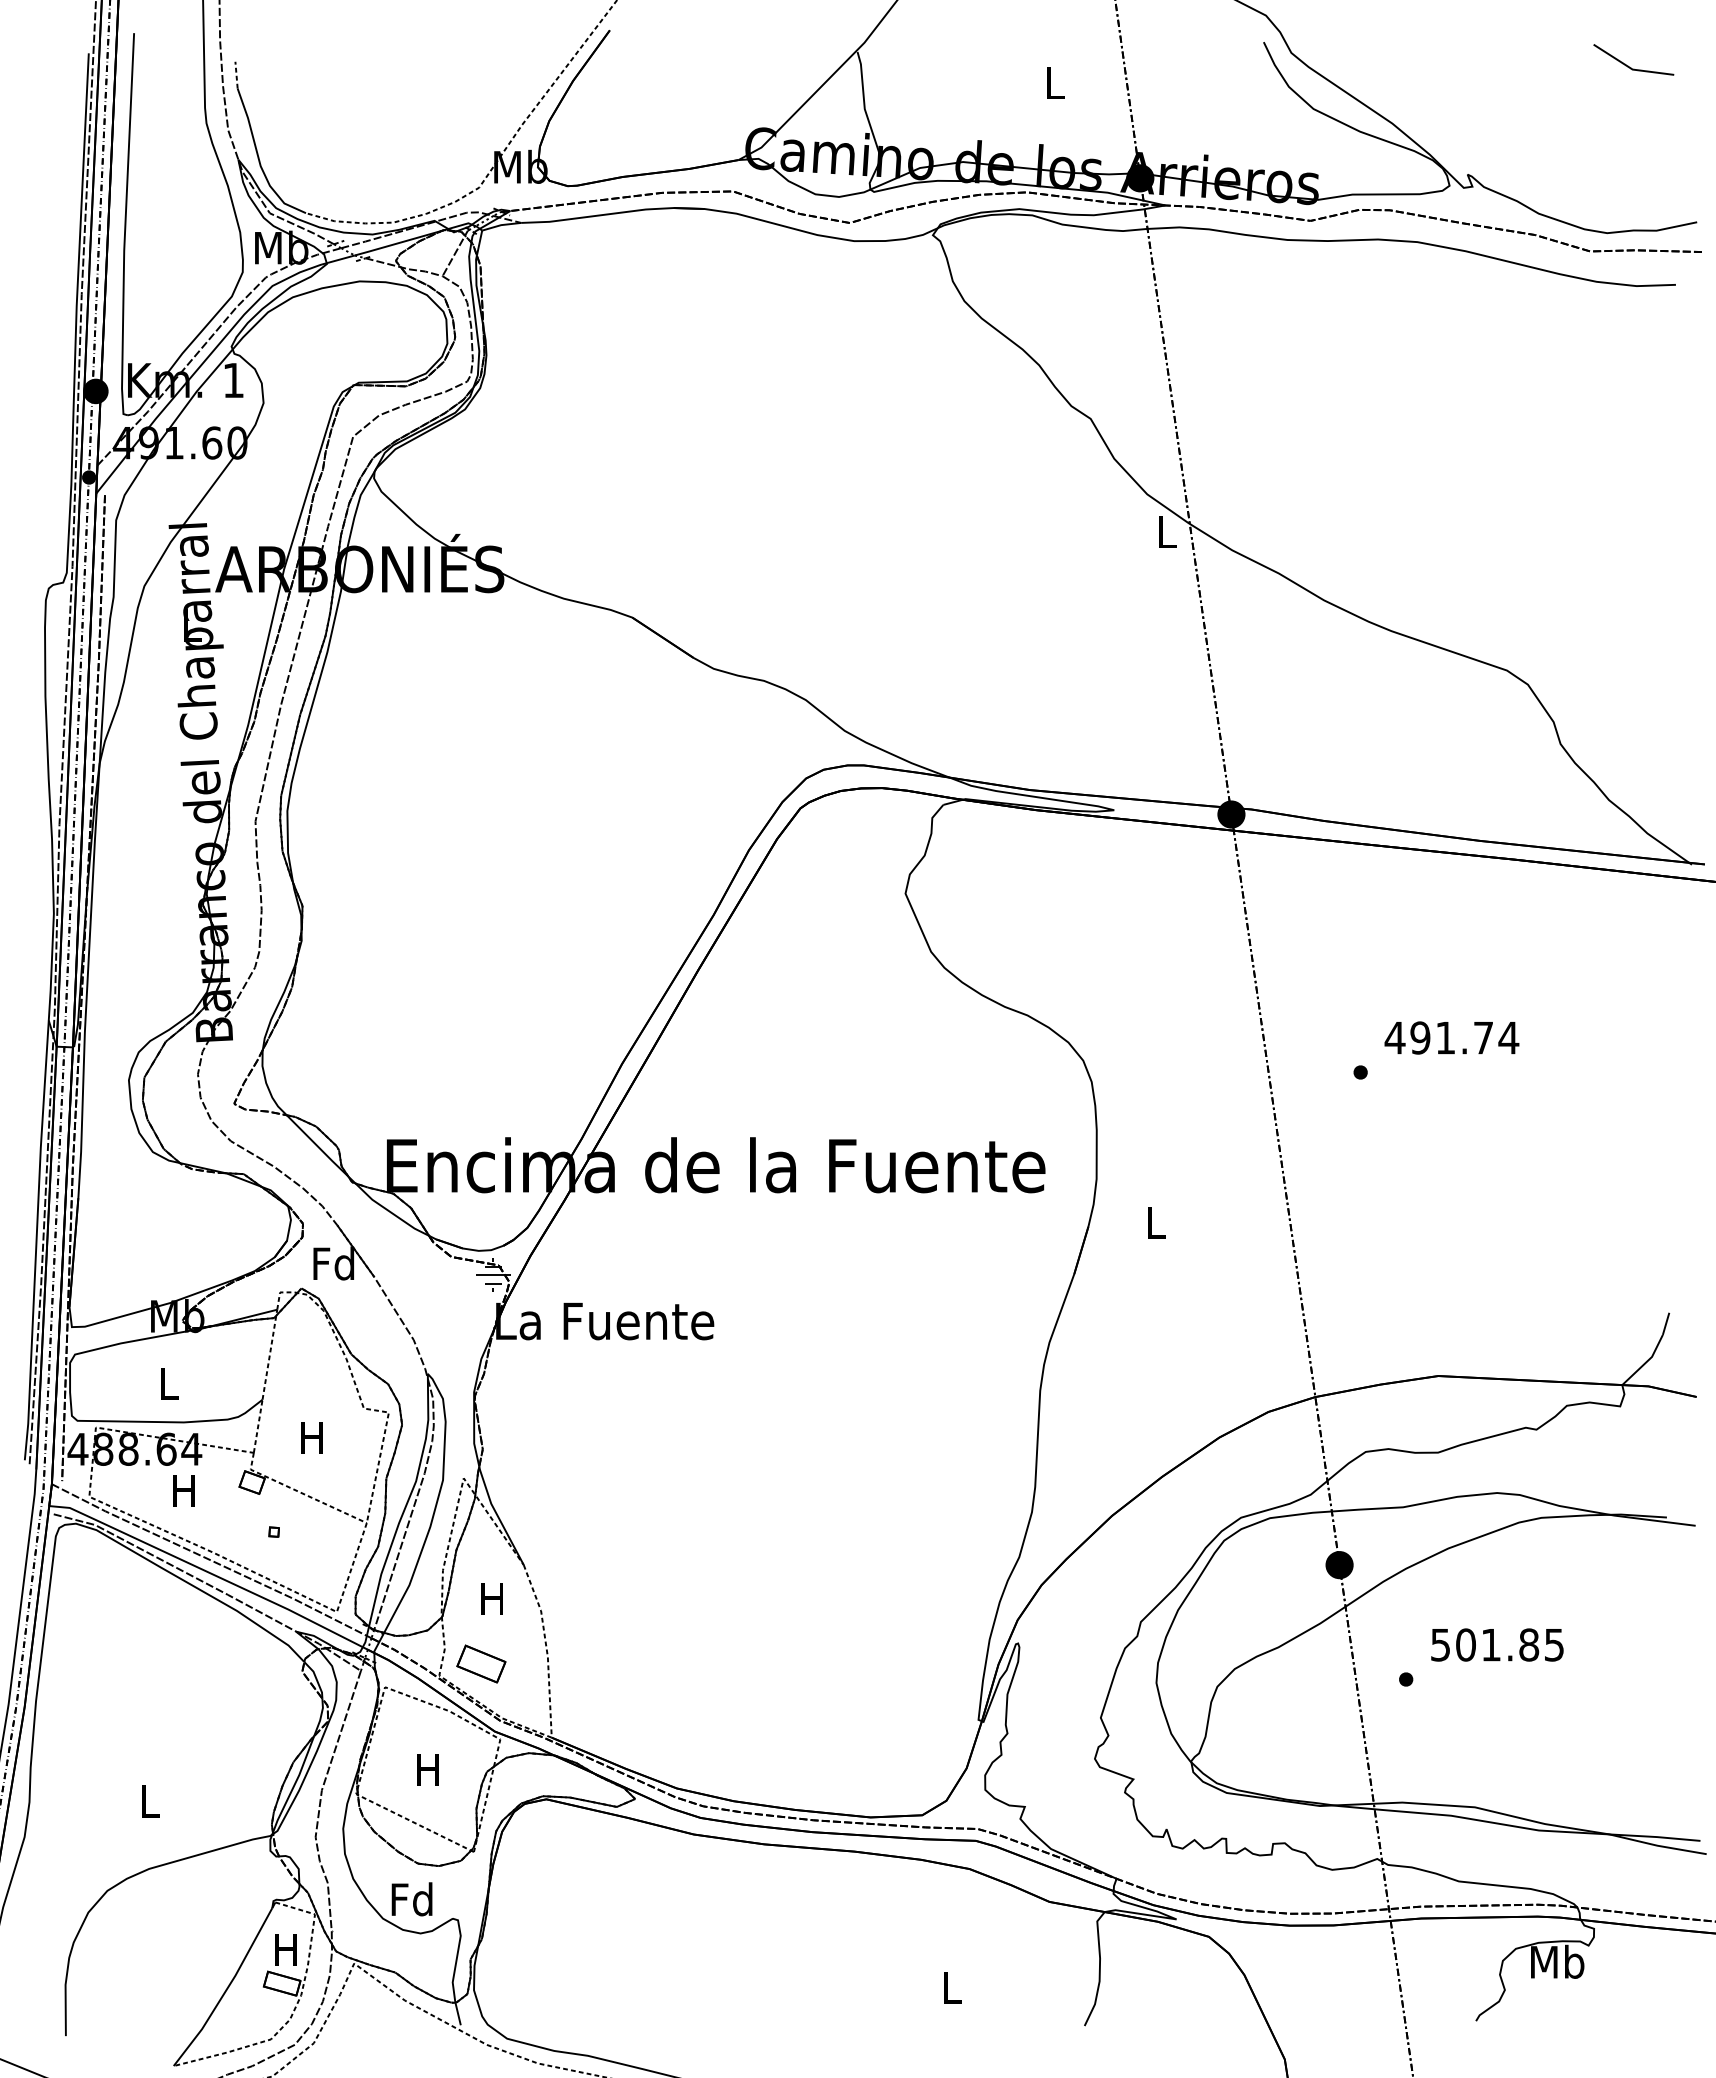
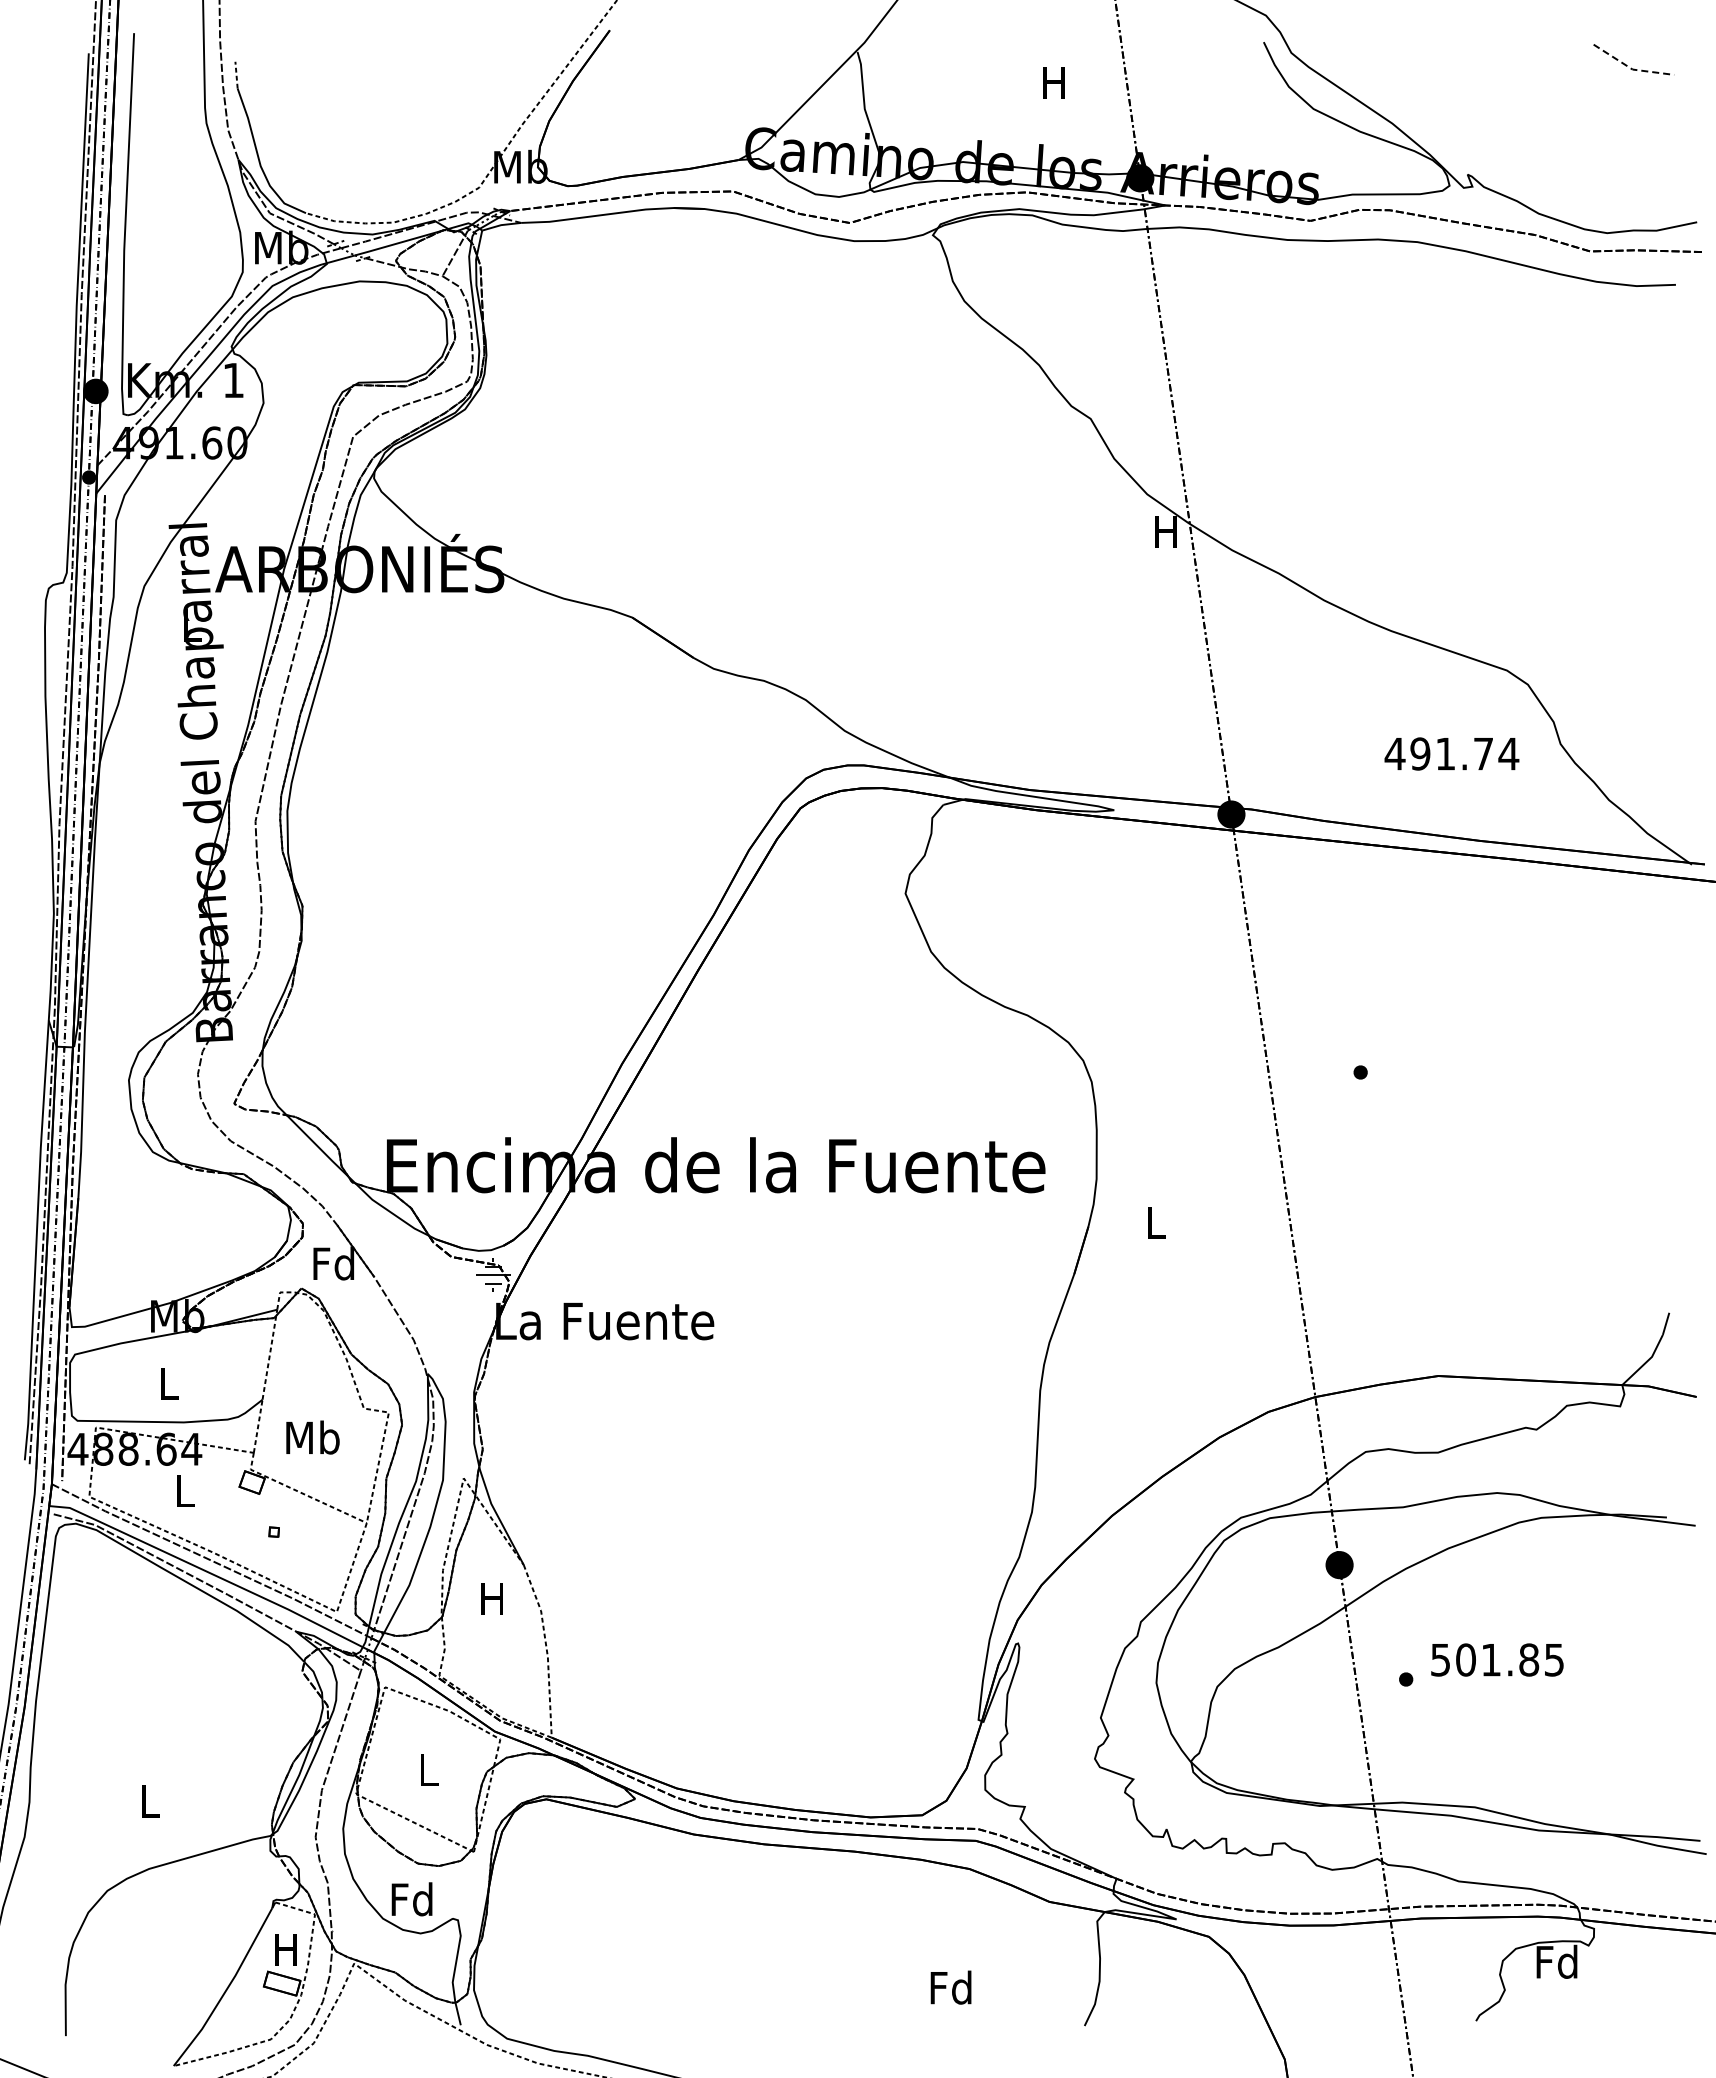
line at (1631, 68): solid -> dashed
text at (1053, 82): L -> H
text at (1165, 531): L -> H
text at (1451, 1037) position: (1451, 1037) -> (1451, 753)
text at (312, 1437): H -> Mb
text at (183, 1490): H -> L
text at (1497, 1644) position: (1497, 1644) -> (1497, 1659)
part at (481, 1663): present -> none
text at (427, 1769): H -> L
text at (1557, 1961): Mb -> Fd
text at (950, 1987): L -> Fd
